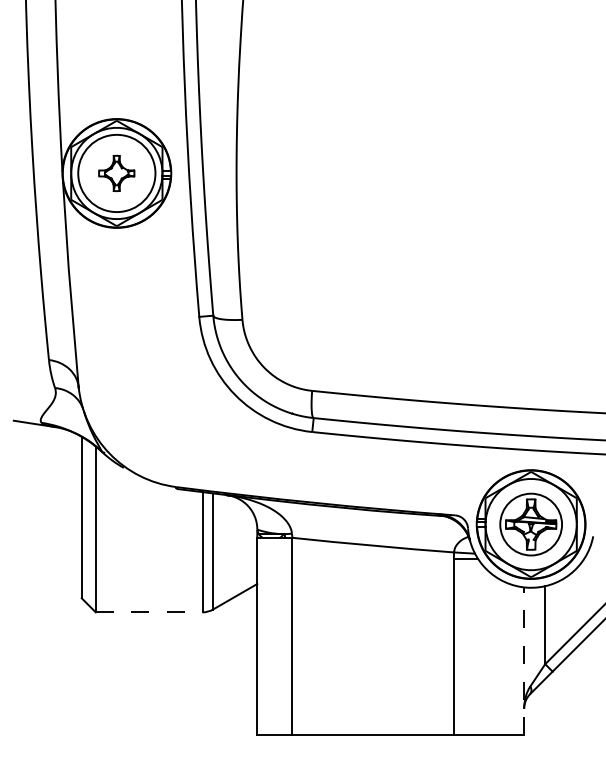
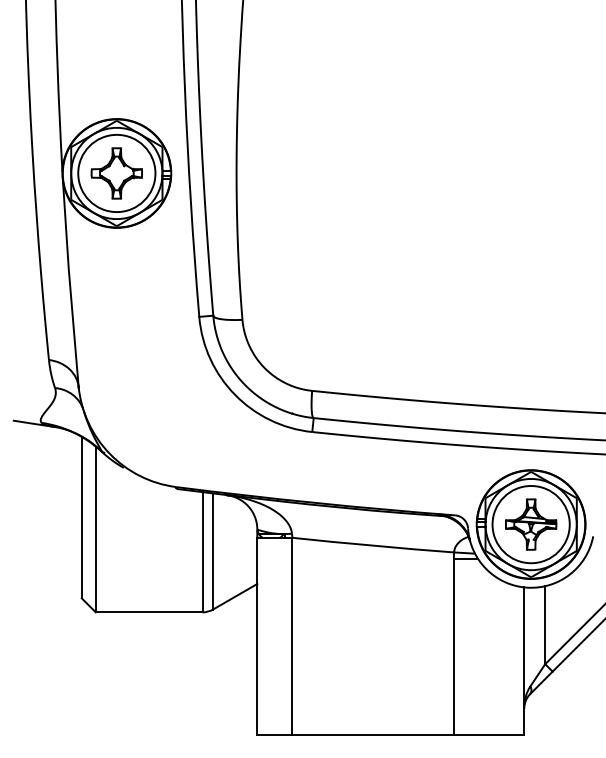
part at (116, 172) size: 38x38 px -> 53x53 px
circle at (531, 524) diameter: 62 px -> 77 px
line at (149, 612): dashed -> solid
line at (524, 661): dashed -> solid
